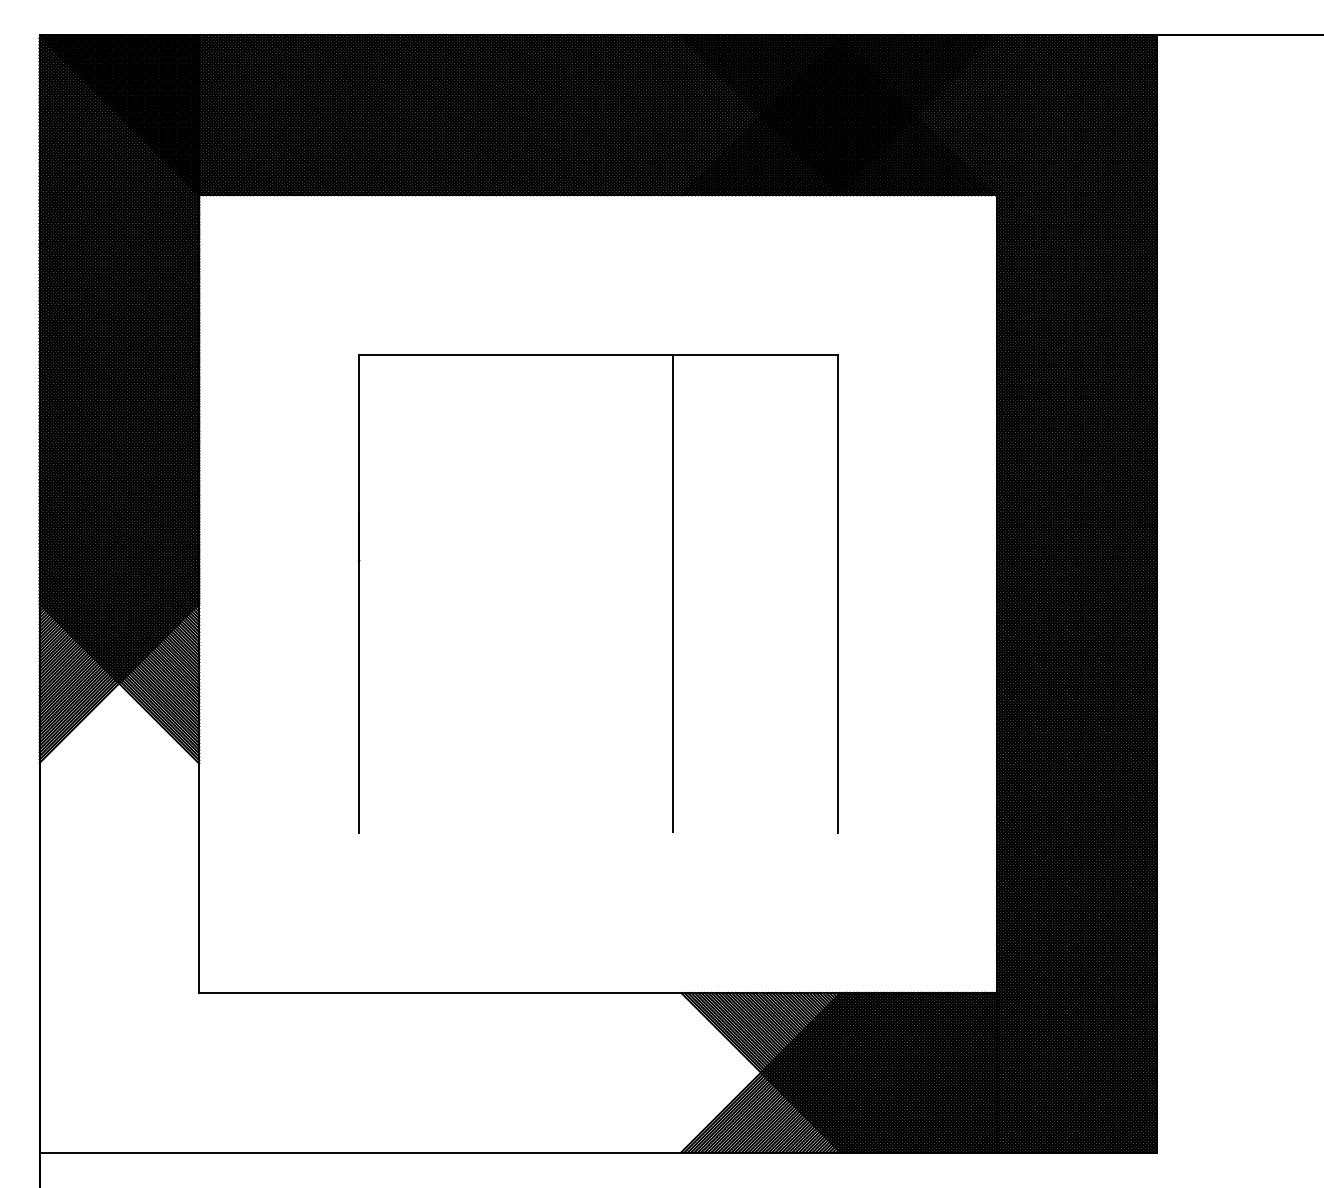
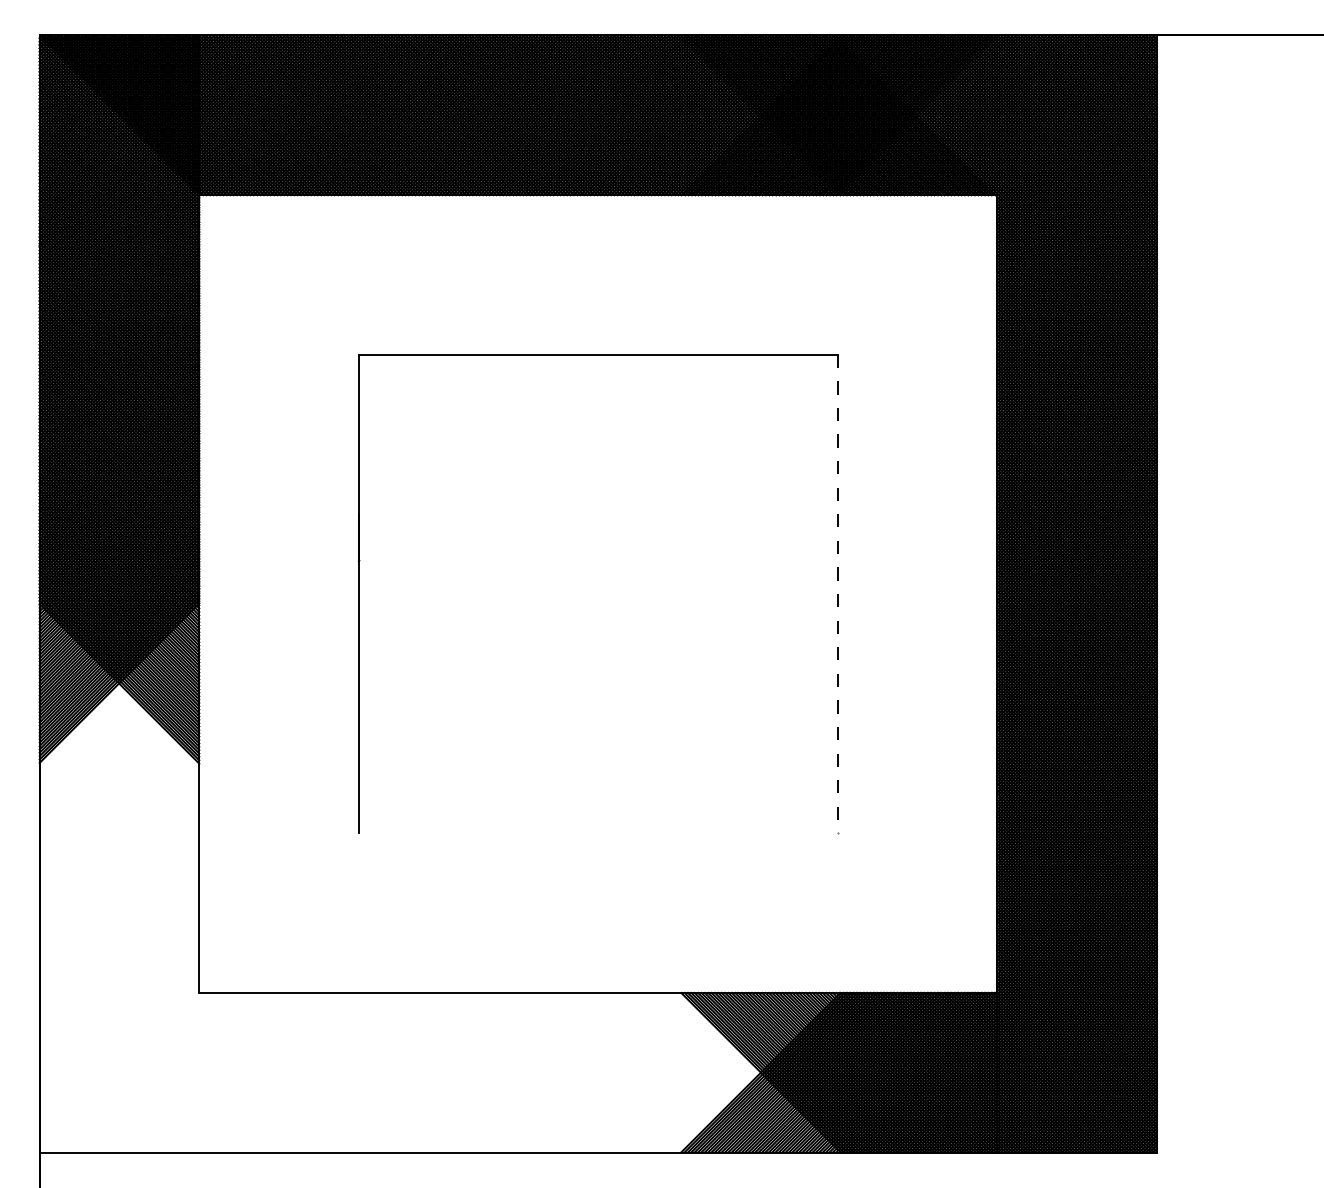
hatch at (672, 593): present -> none
line at (837, 594): solid -> dashed
